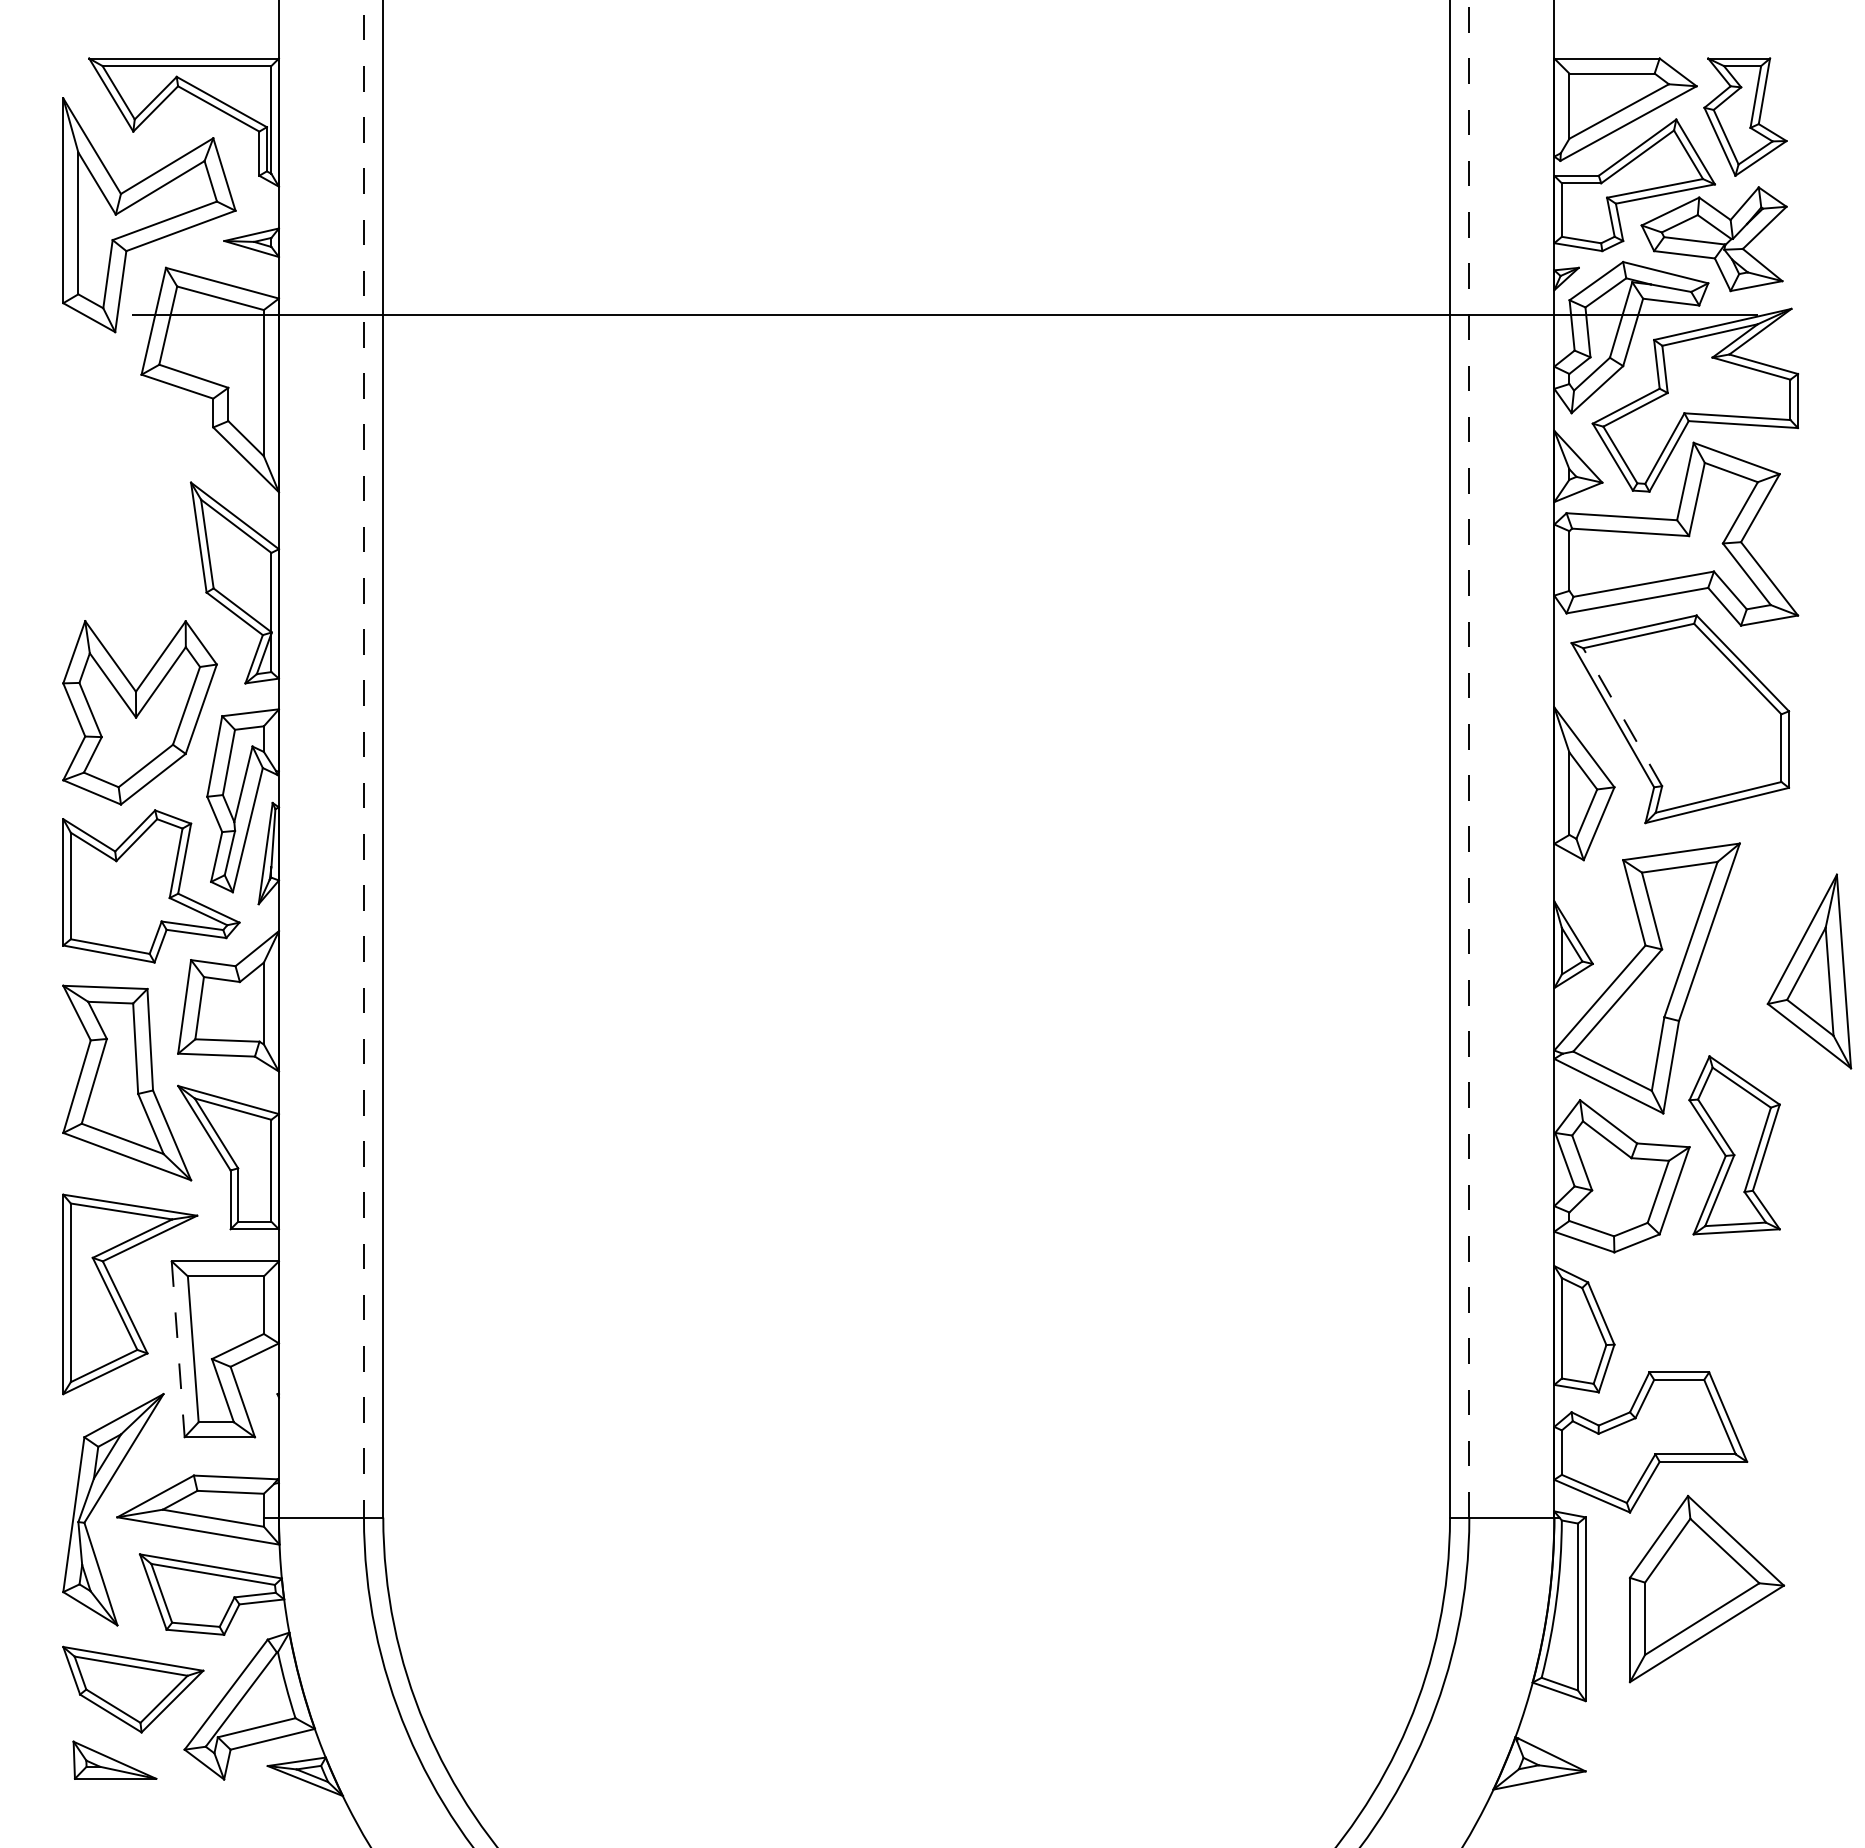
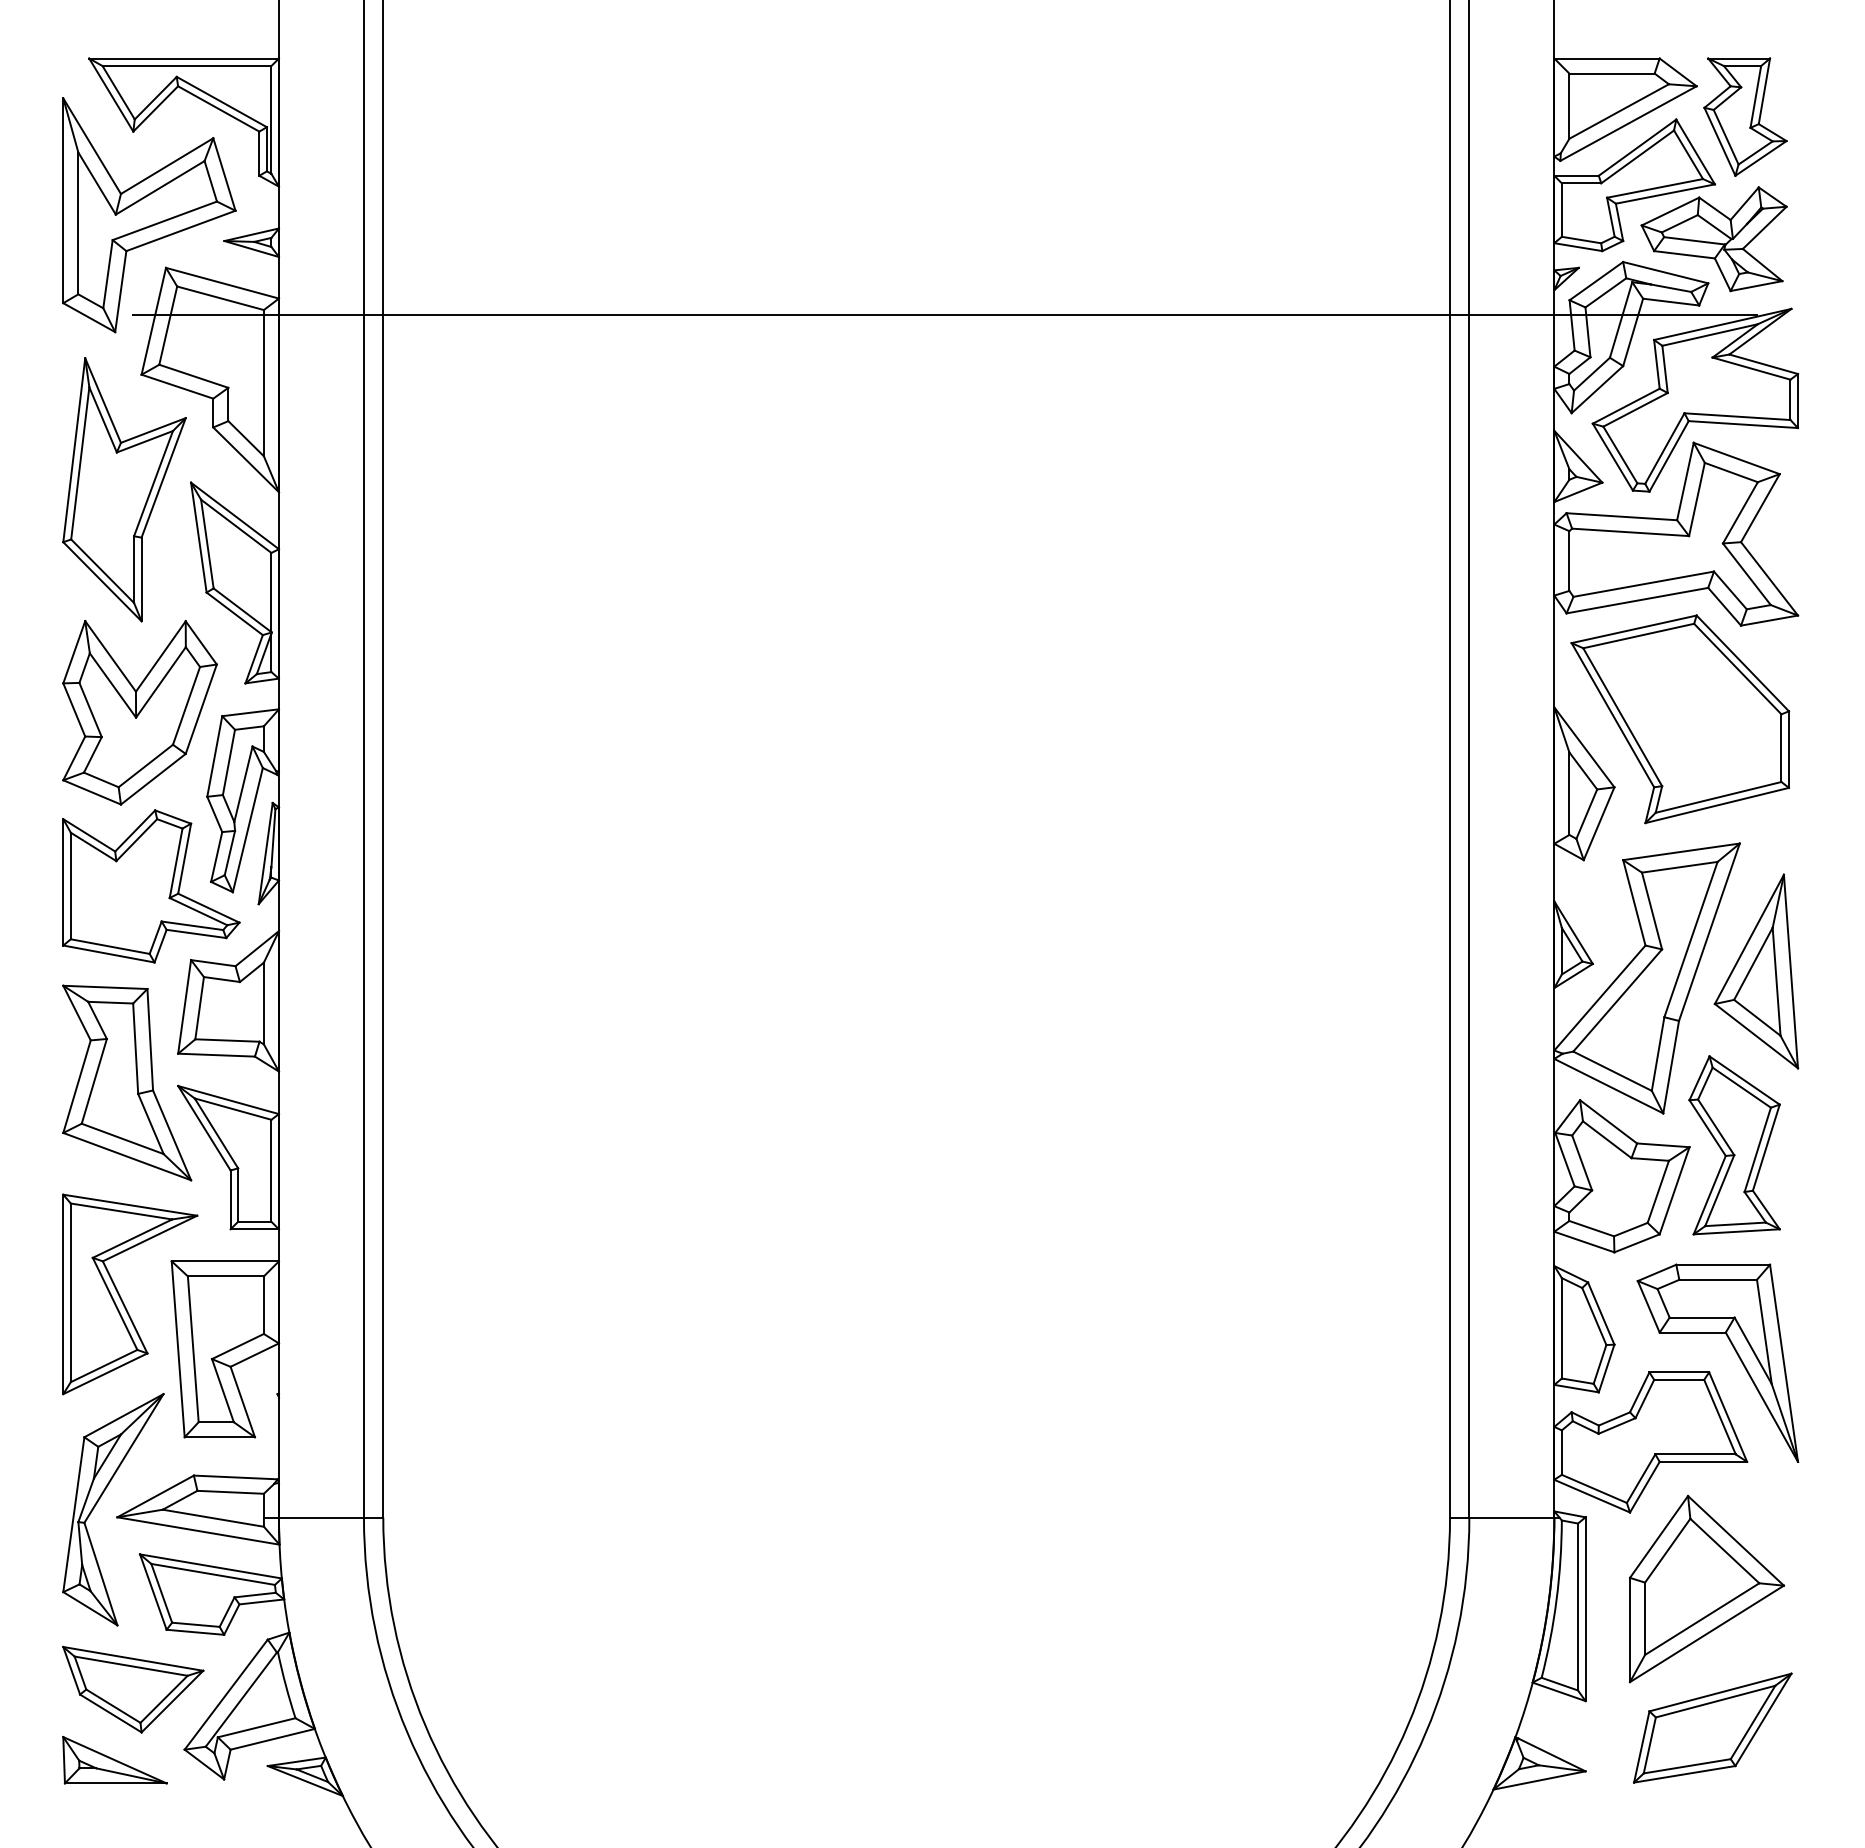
part at (124, 489): none -> present
line at (1622, 716): dashed -> solid
line at (1469, 758): dashed -> solid
line at (363, 759): dashed -> solid
part at (1809, 971) position: (1809, 971) -> (1756, 971)
line at (178, 1349): dashed -> solid
part at (1735, 1352): none -> present
part at (1712, 1727): none -> present
part at (114, 1759) size: 86x40 px -> 106x49 px
